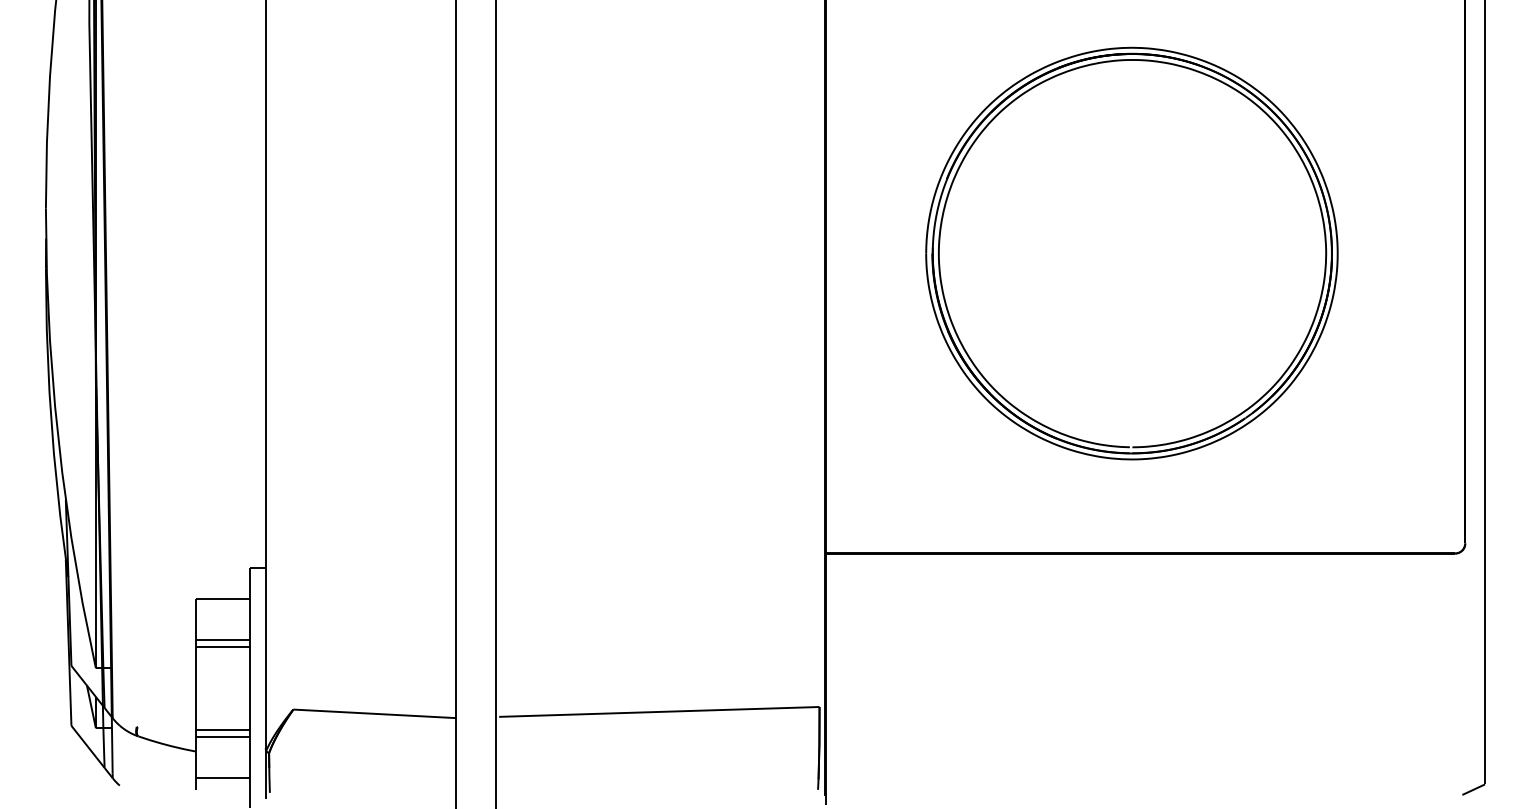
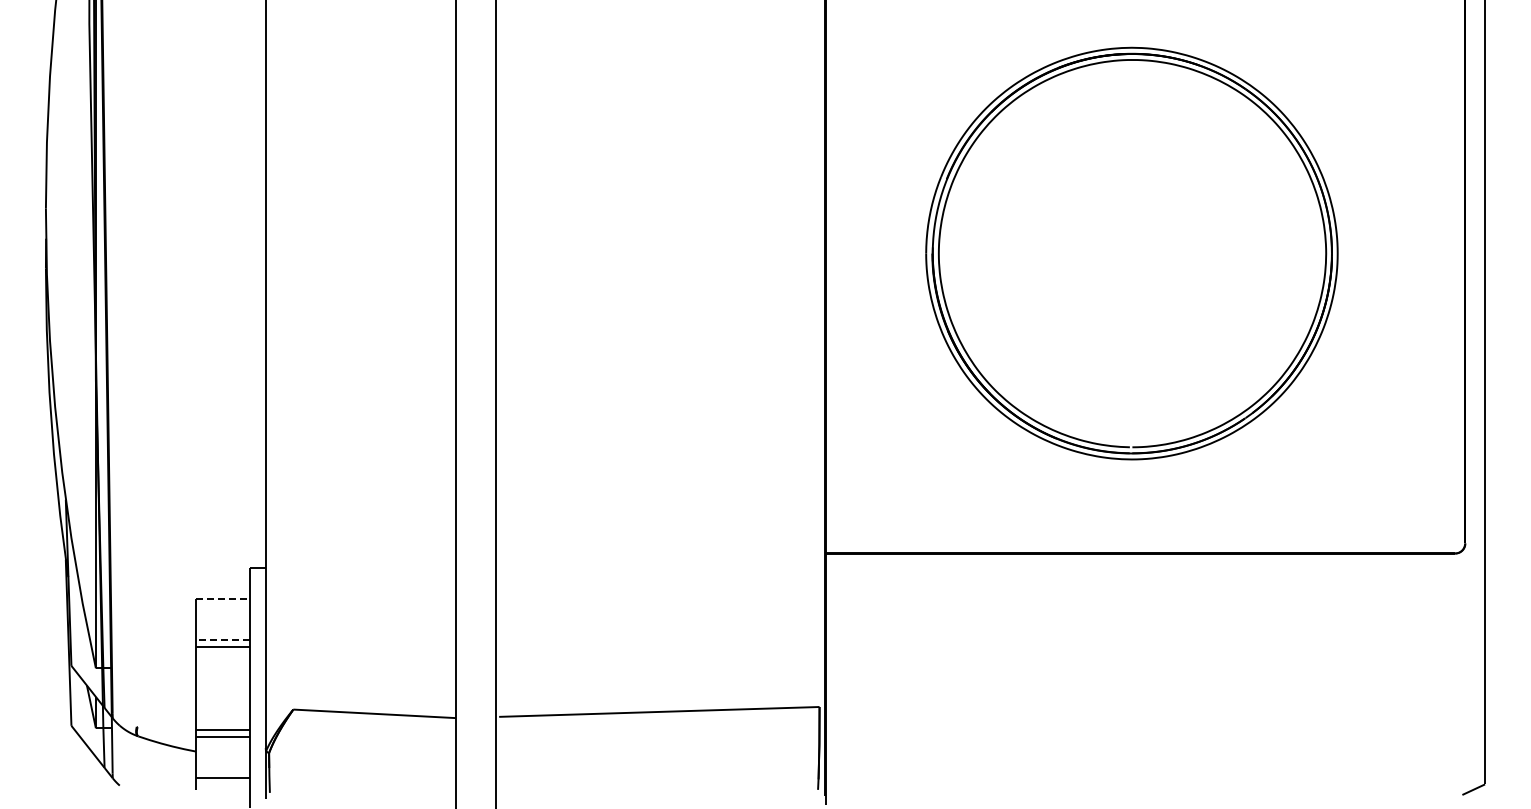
line at (222, 598): solid -> dashed
line at (222, 639): solid -> dashed
